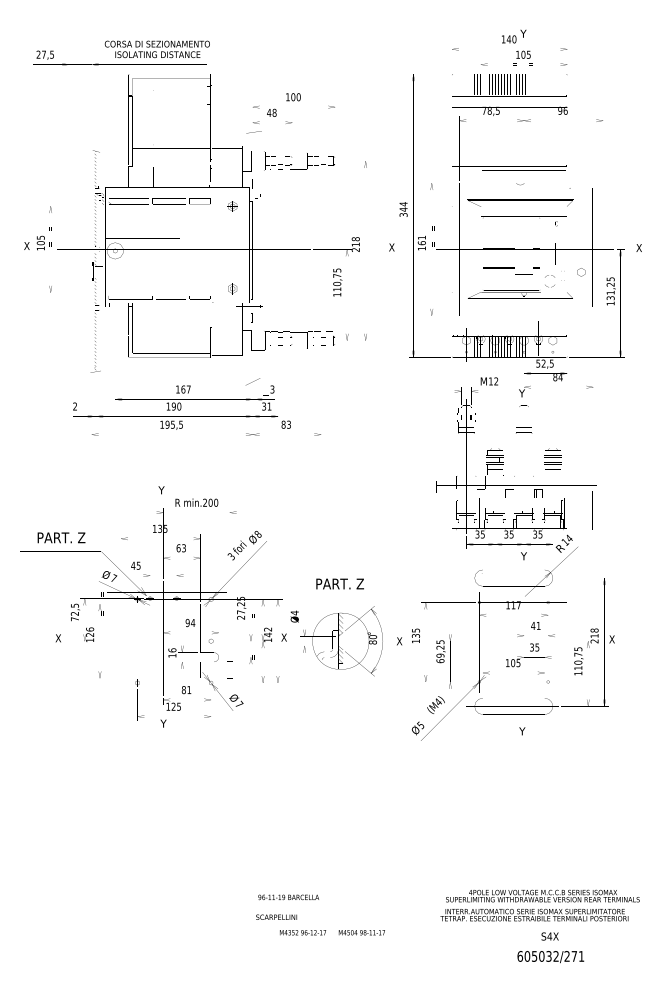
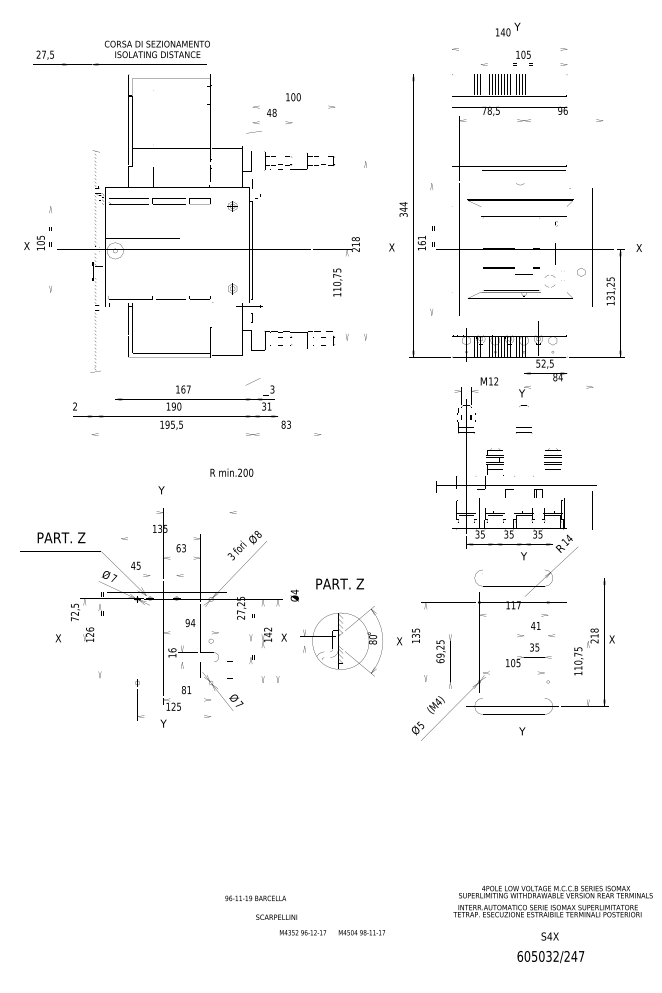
text at (514, 36) position: (514, 36) -> (508, 29)
text at (196, 502) position: (196, 502) -> (231, 472)
text at (294, 616) position: (294, 616) -> (294, 595)
text at (288, 897) position: (288, 897) -> (255, 898)
text at (539, 905) position: (539, 905) -> (552, 901)
text at (577, 956): 605032/271 -> 605032/247
